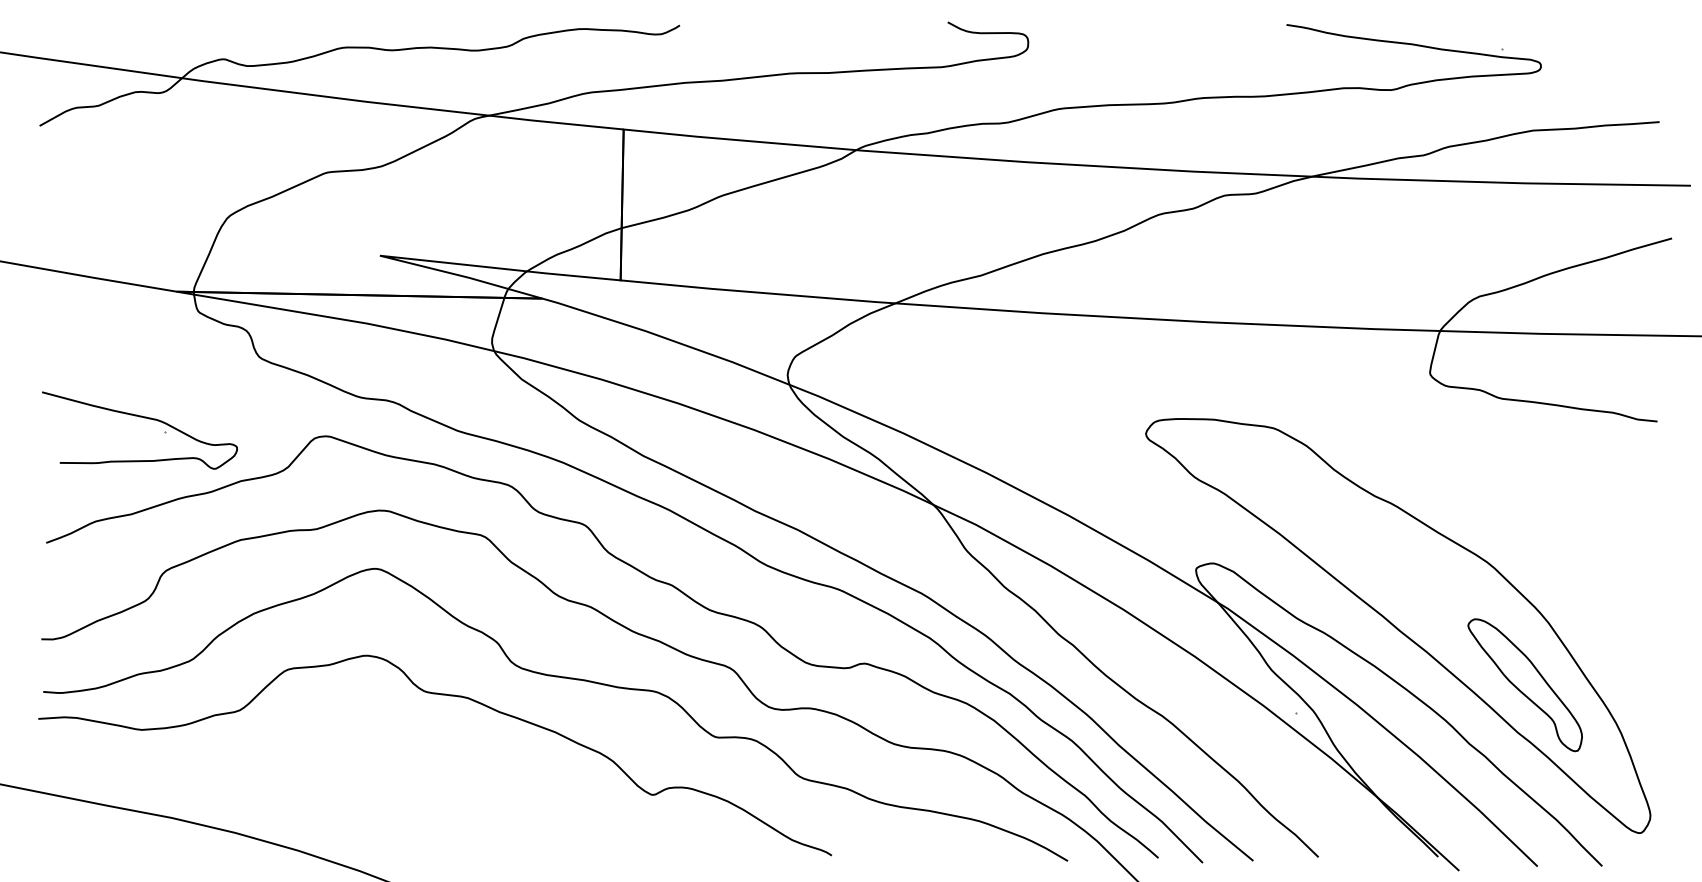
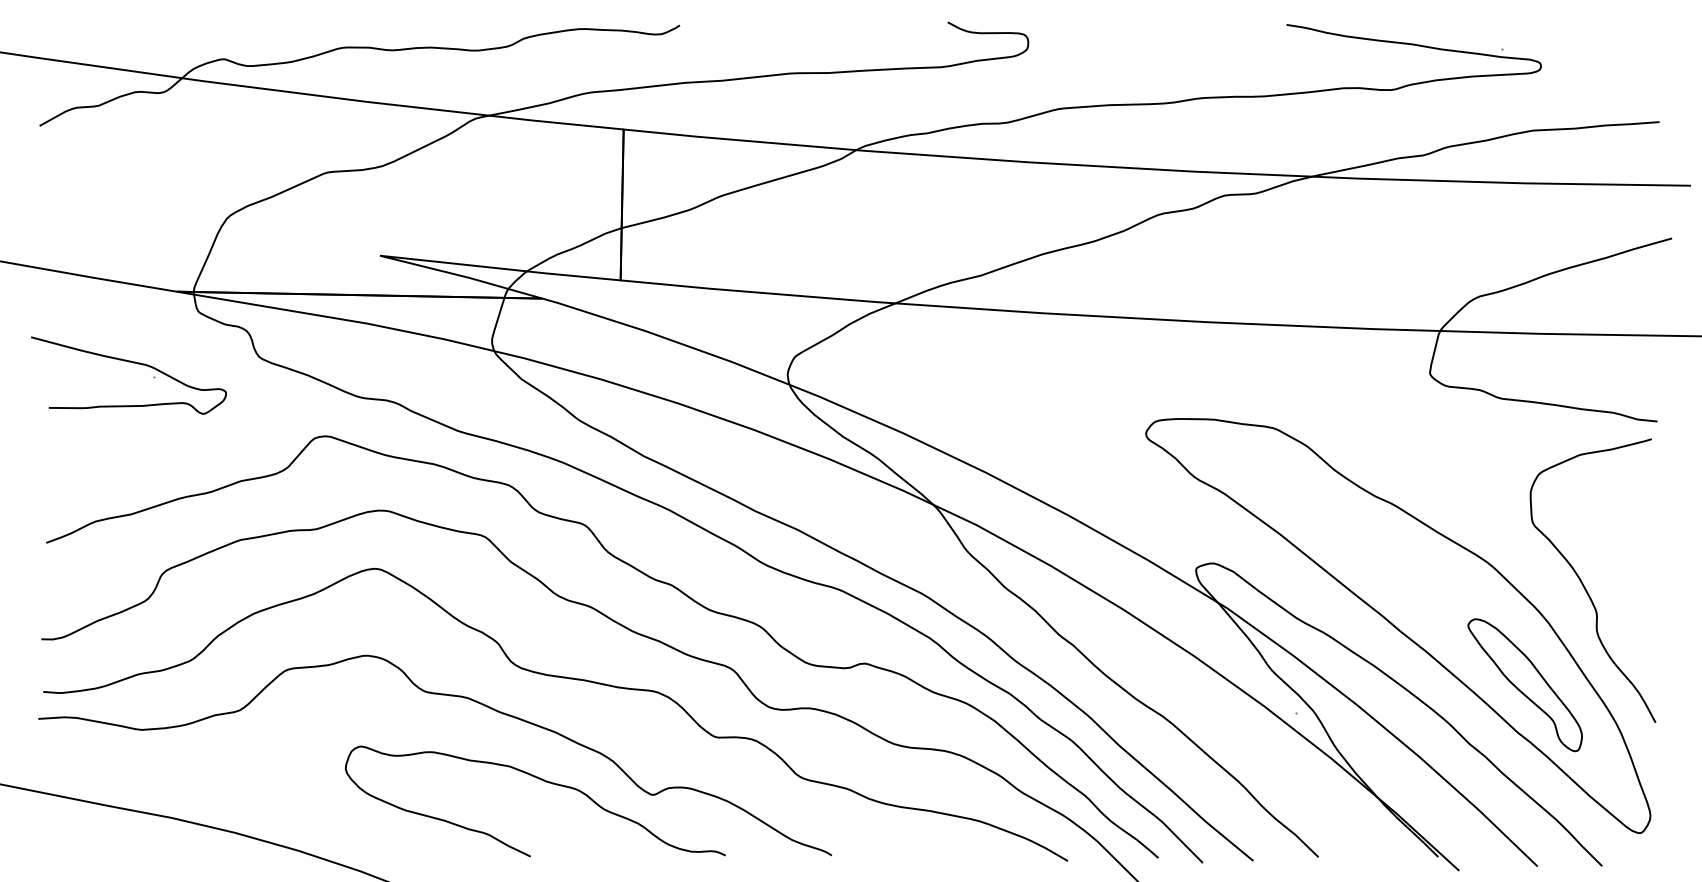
part at (139, 417) position: (139, 417) -> (128, 362)
curve at (1584, 585): none -> present
curve at (545, 782): none -> present
